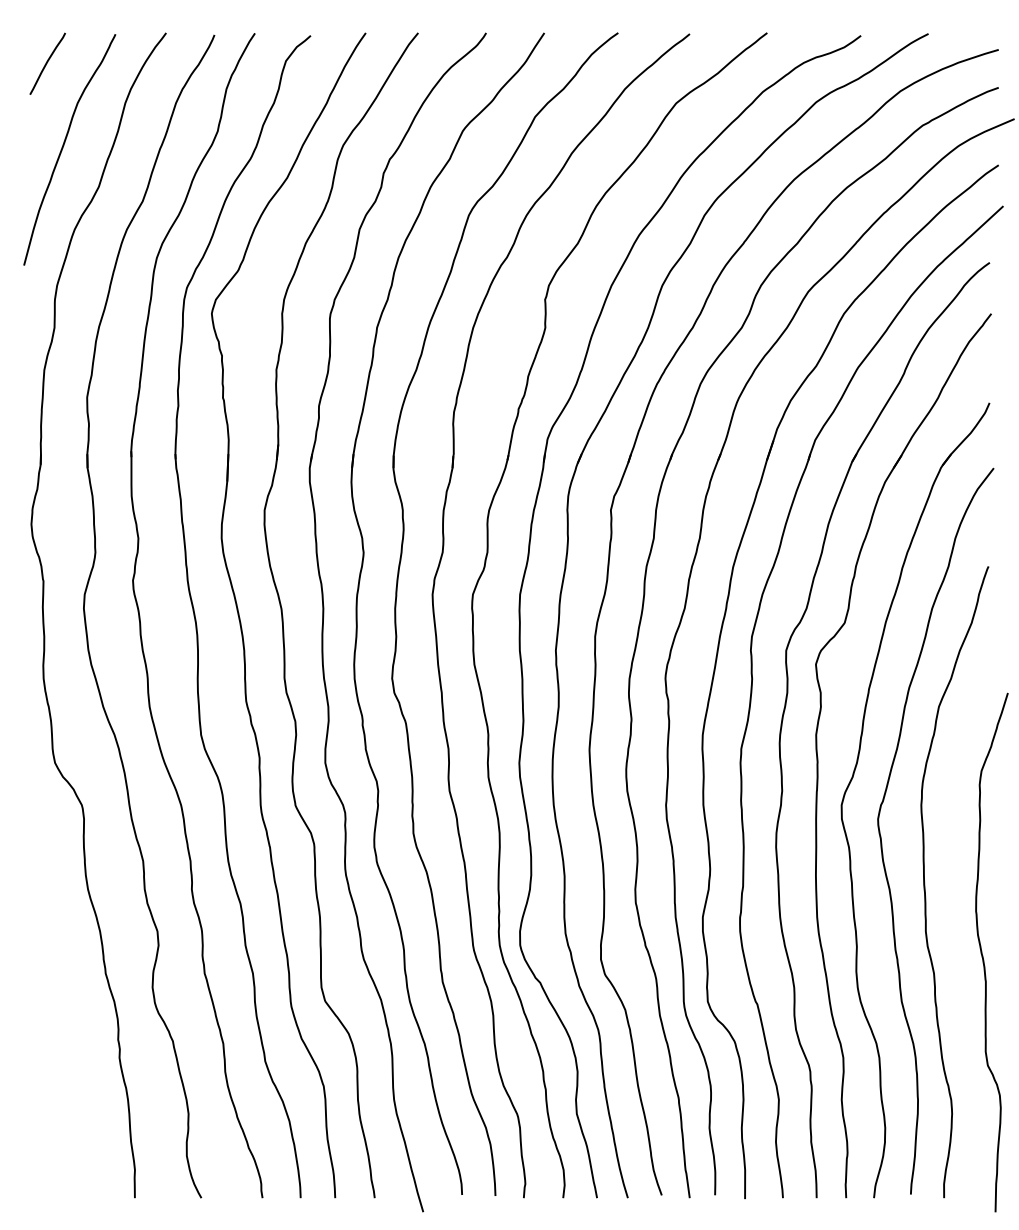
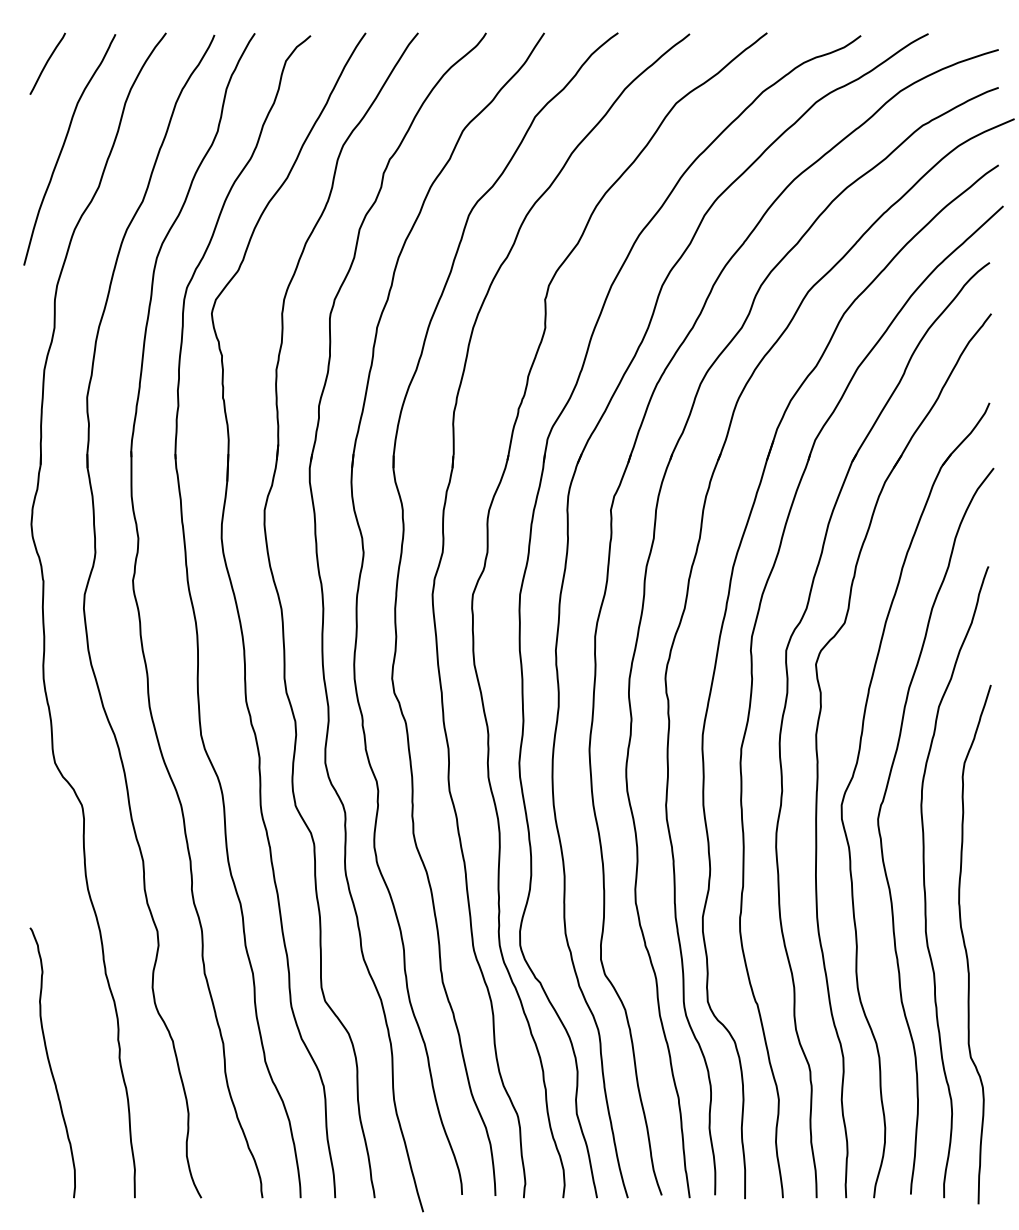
curve at (983, 955) position: (983, 955) -> (966, 947)
curve at (50, 1062): none -> present
